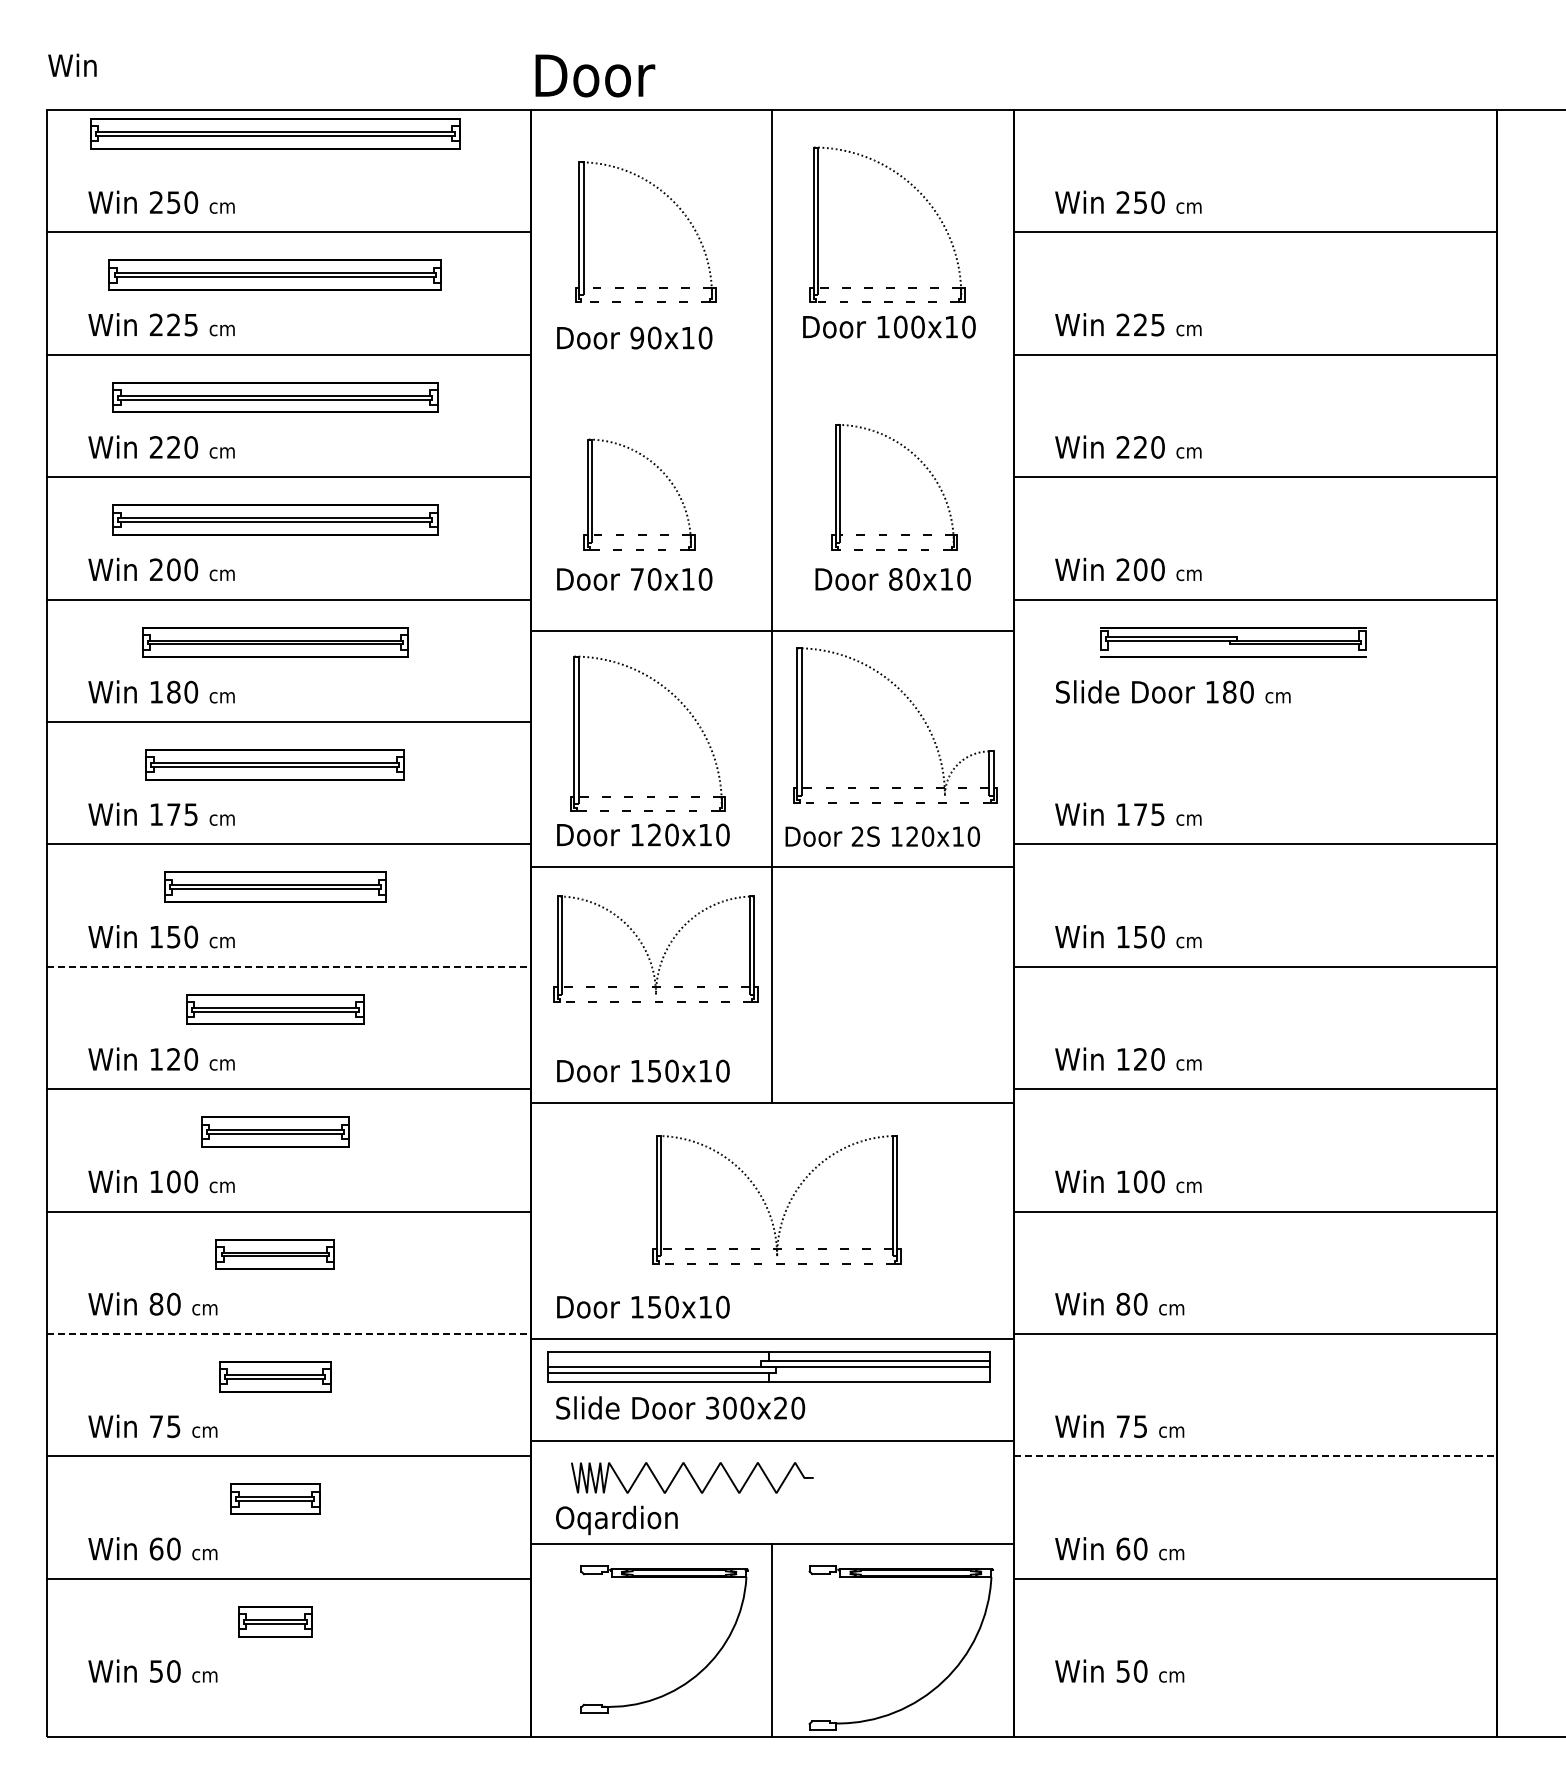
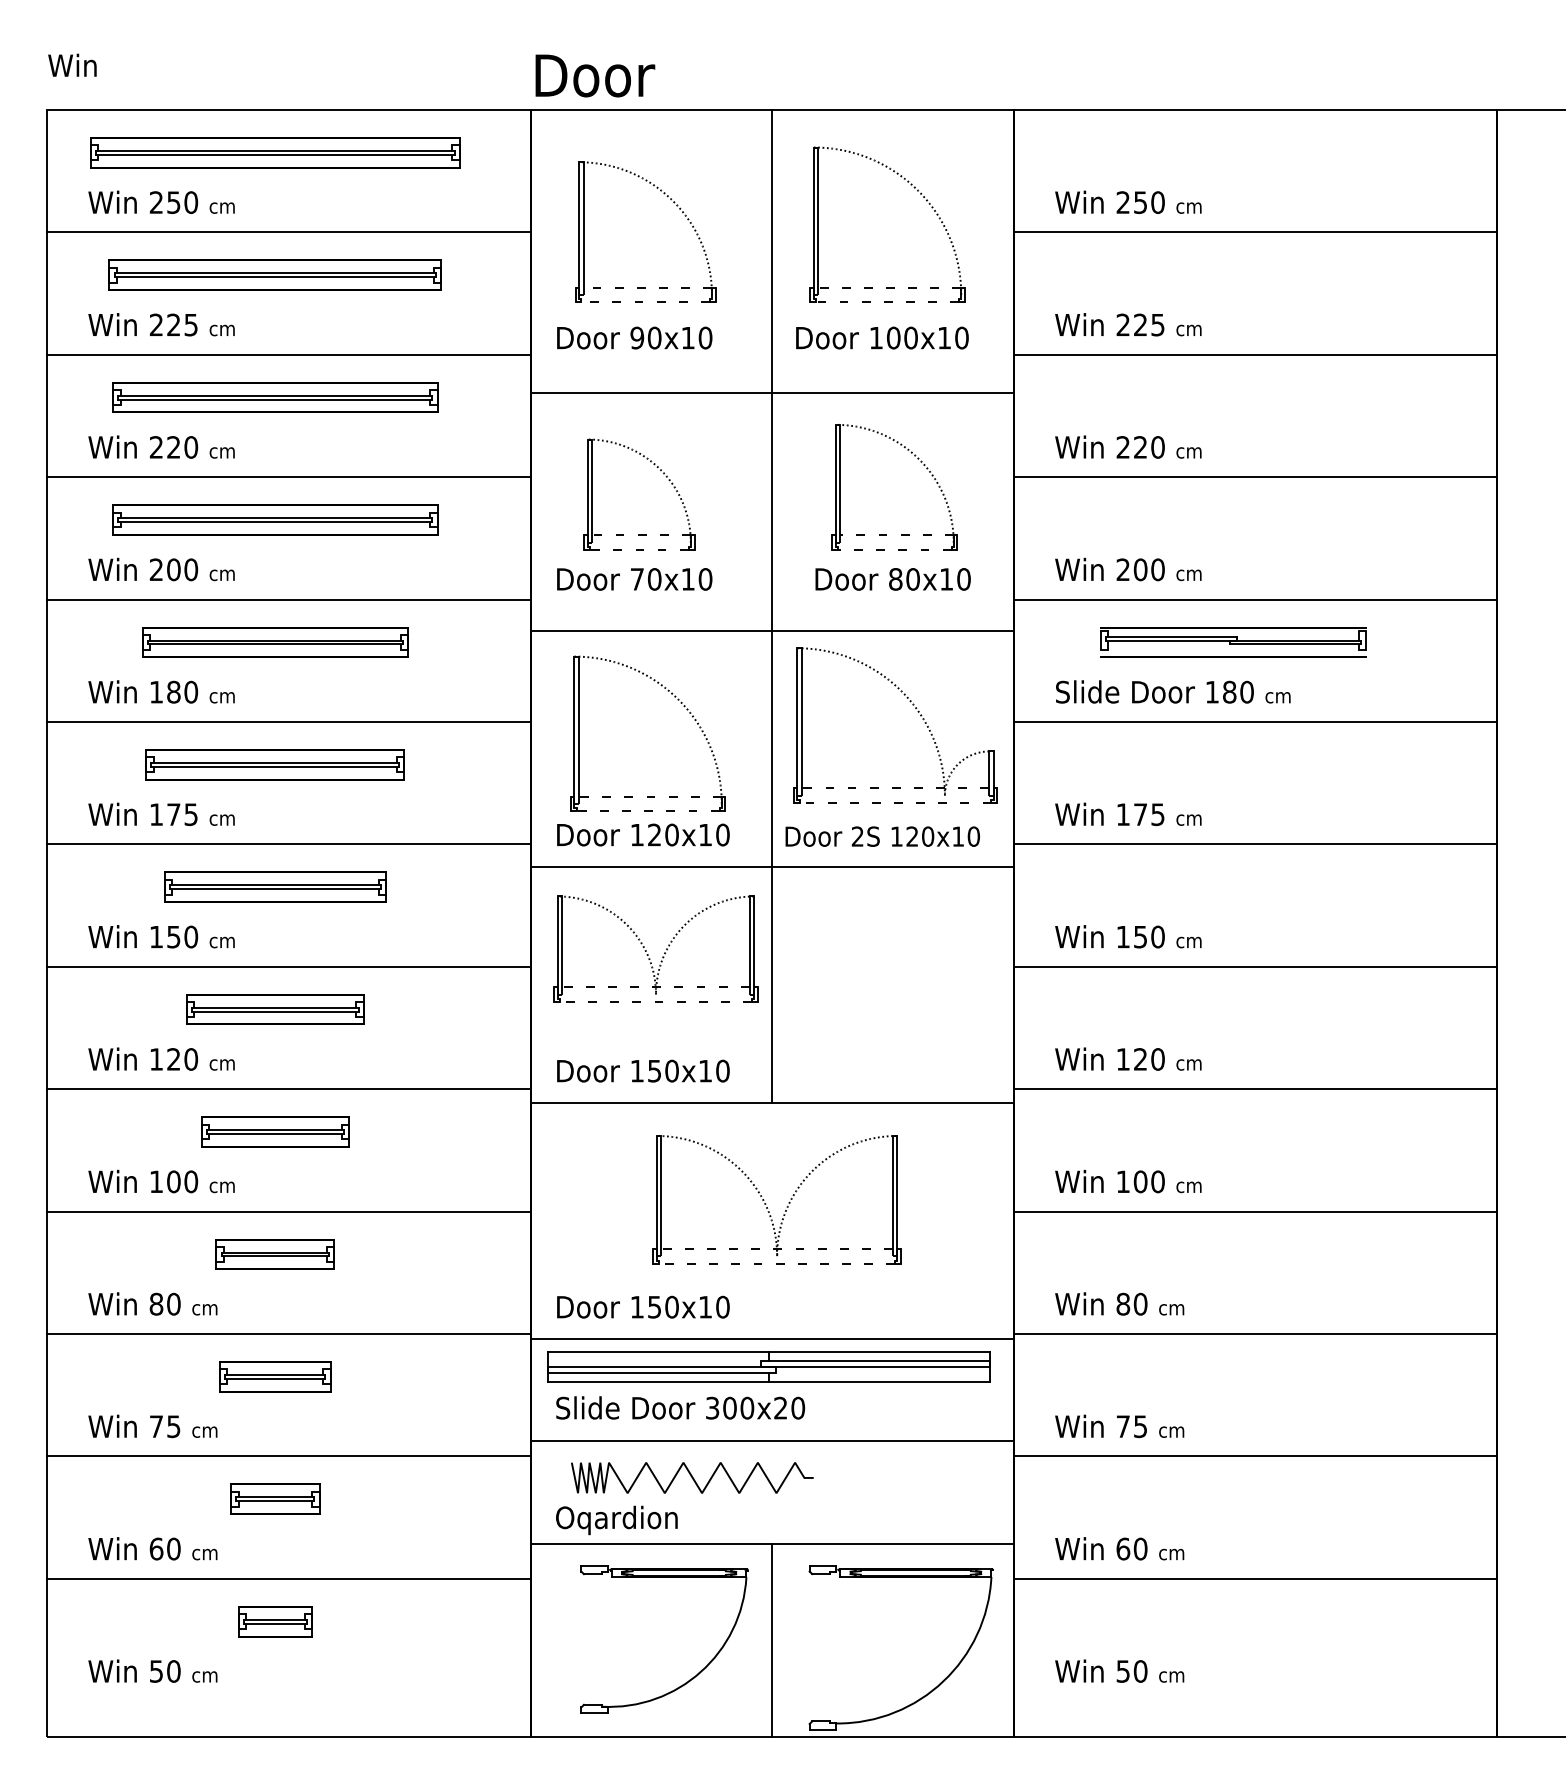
part at (275, 133) position: (275, 133) -> (275, 152)
text at (889, 326) position: (889, 326) -> (882, 337)
line at (771, 392): none -> present
line at (1255, 721): none -> present
line at (288, 966): dashed -> solid
line at (288, 1334): dashed -> solid
line at (1255, 1456): dashed -> solid
